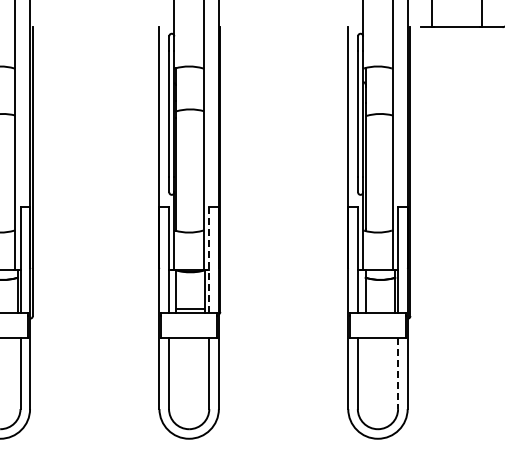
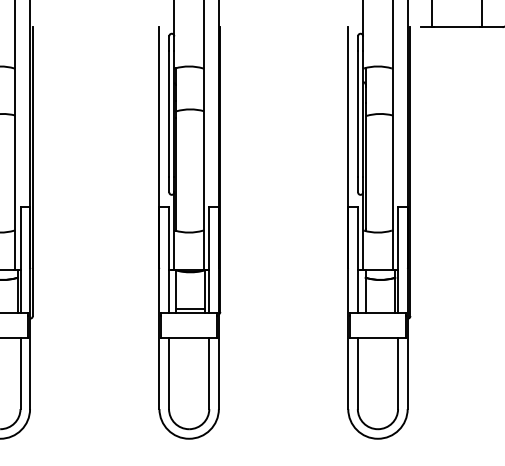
line at (209, 260): dashed -> solid
line at (398, 374): dashed -> solid
